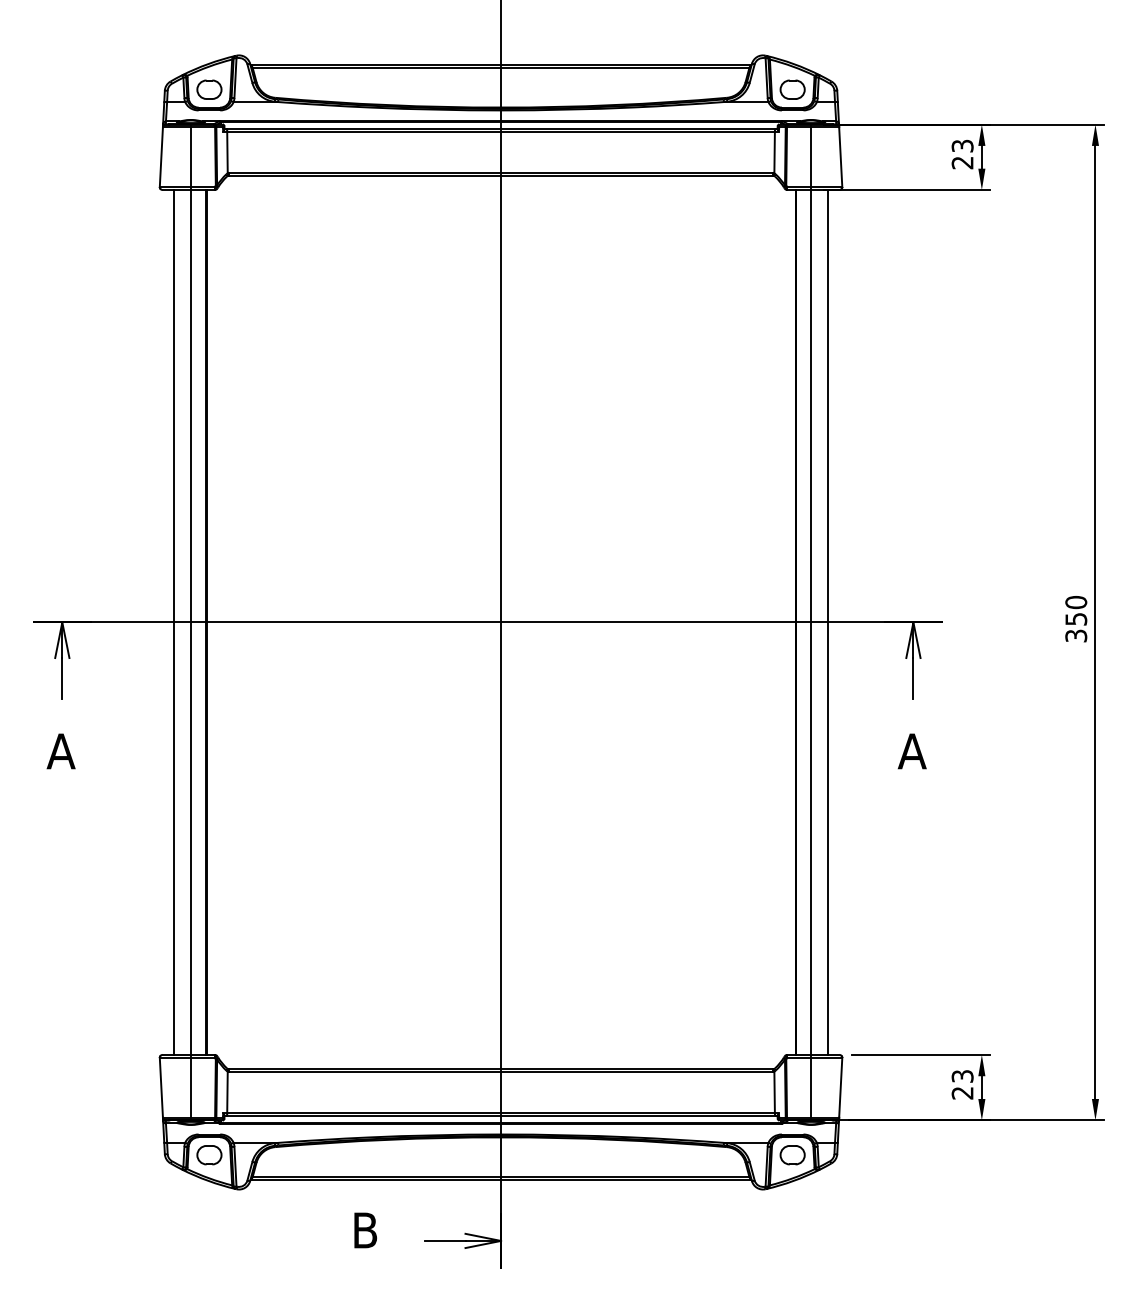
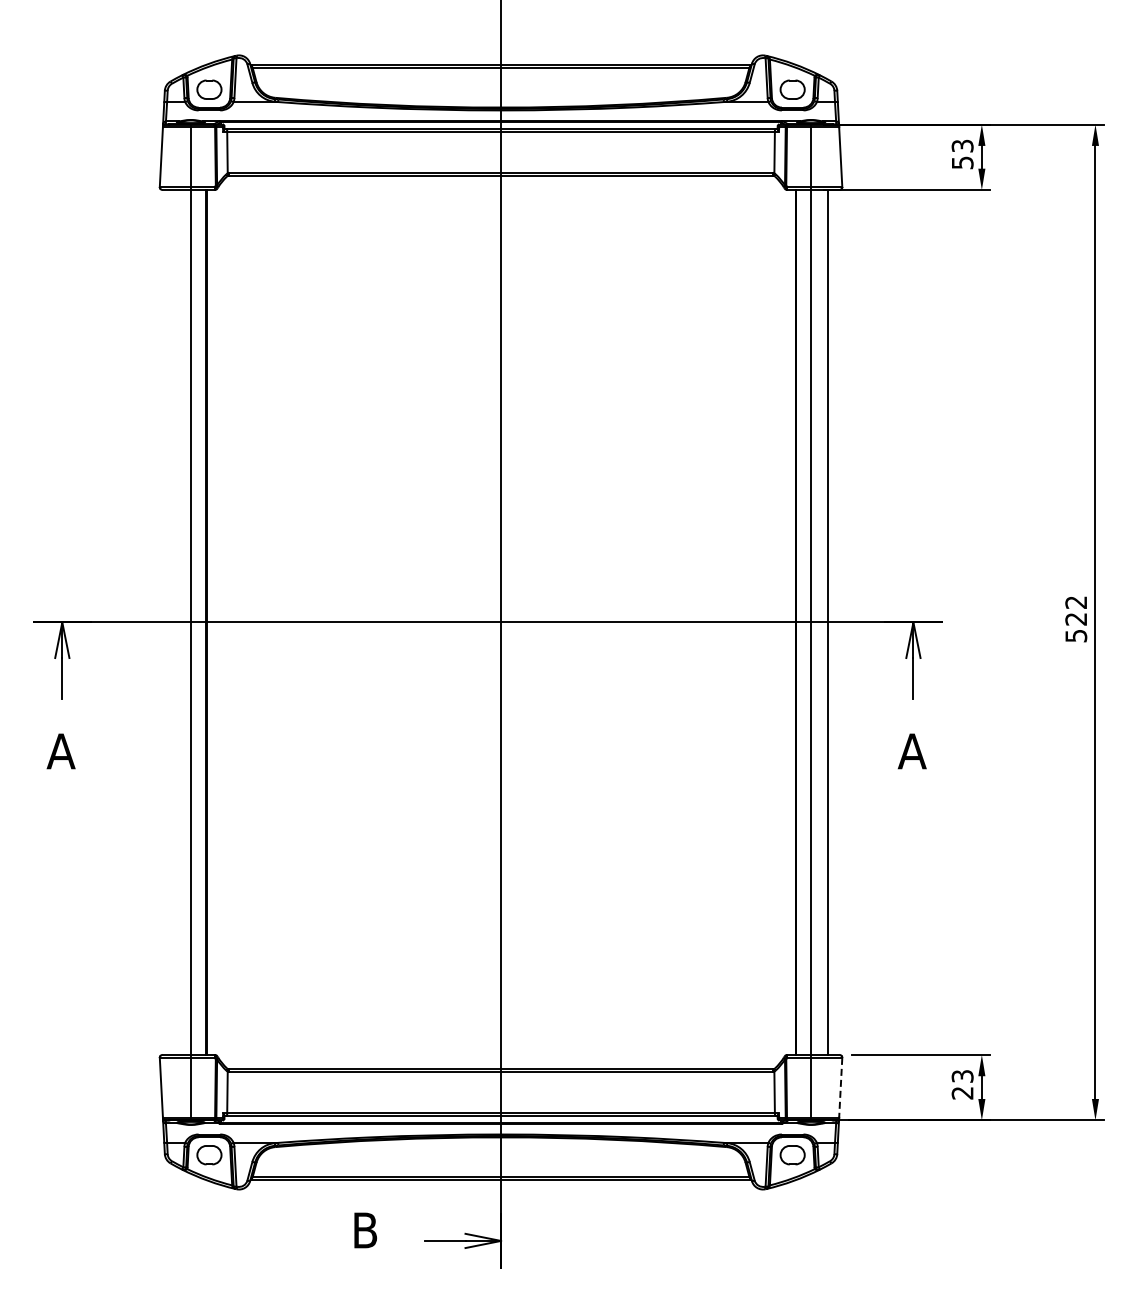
text at (962, 162): 23 -> 53
text at (1076, 618): 350 -> 522
line at (173, 622): present -> none
line at (840, 1087): solid -> dashed
